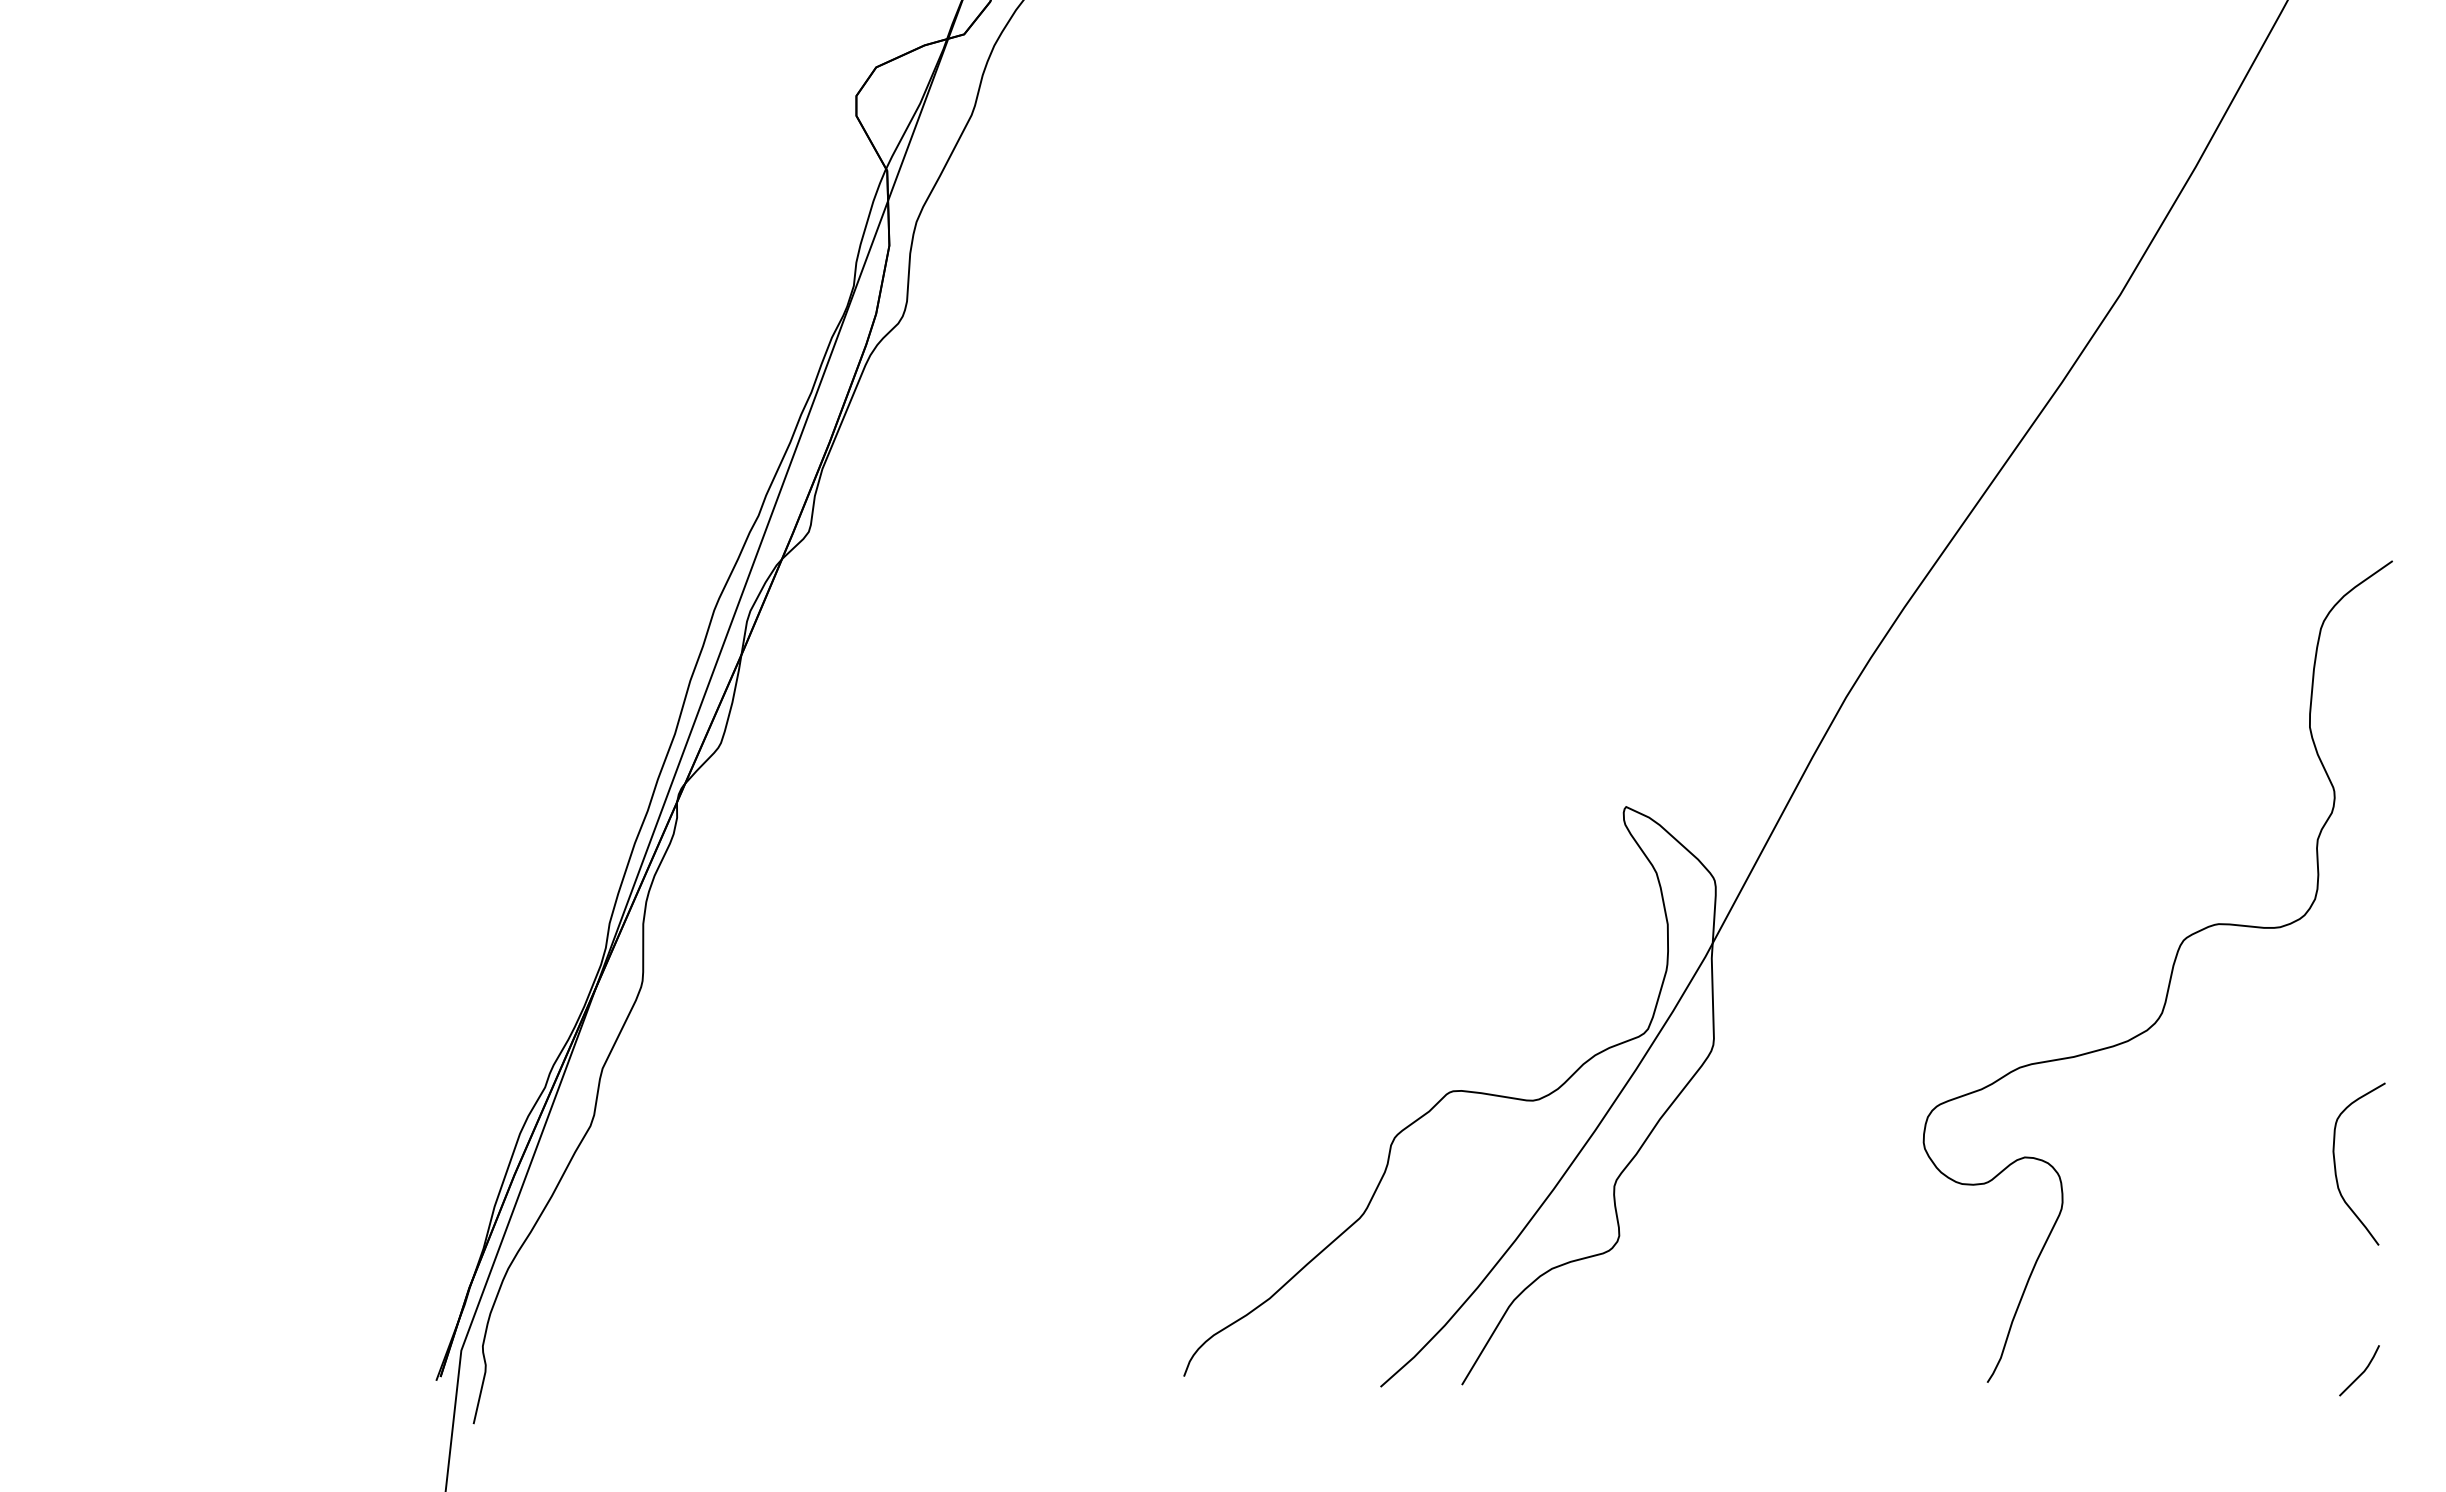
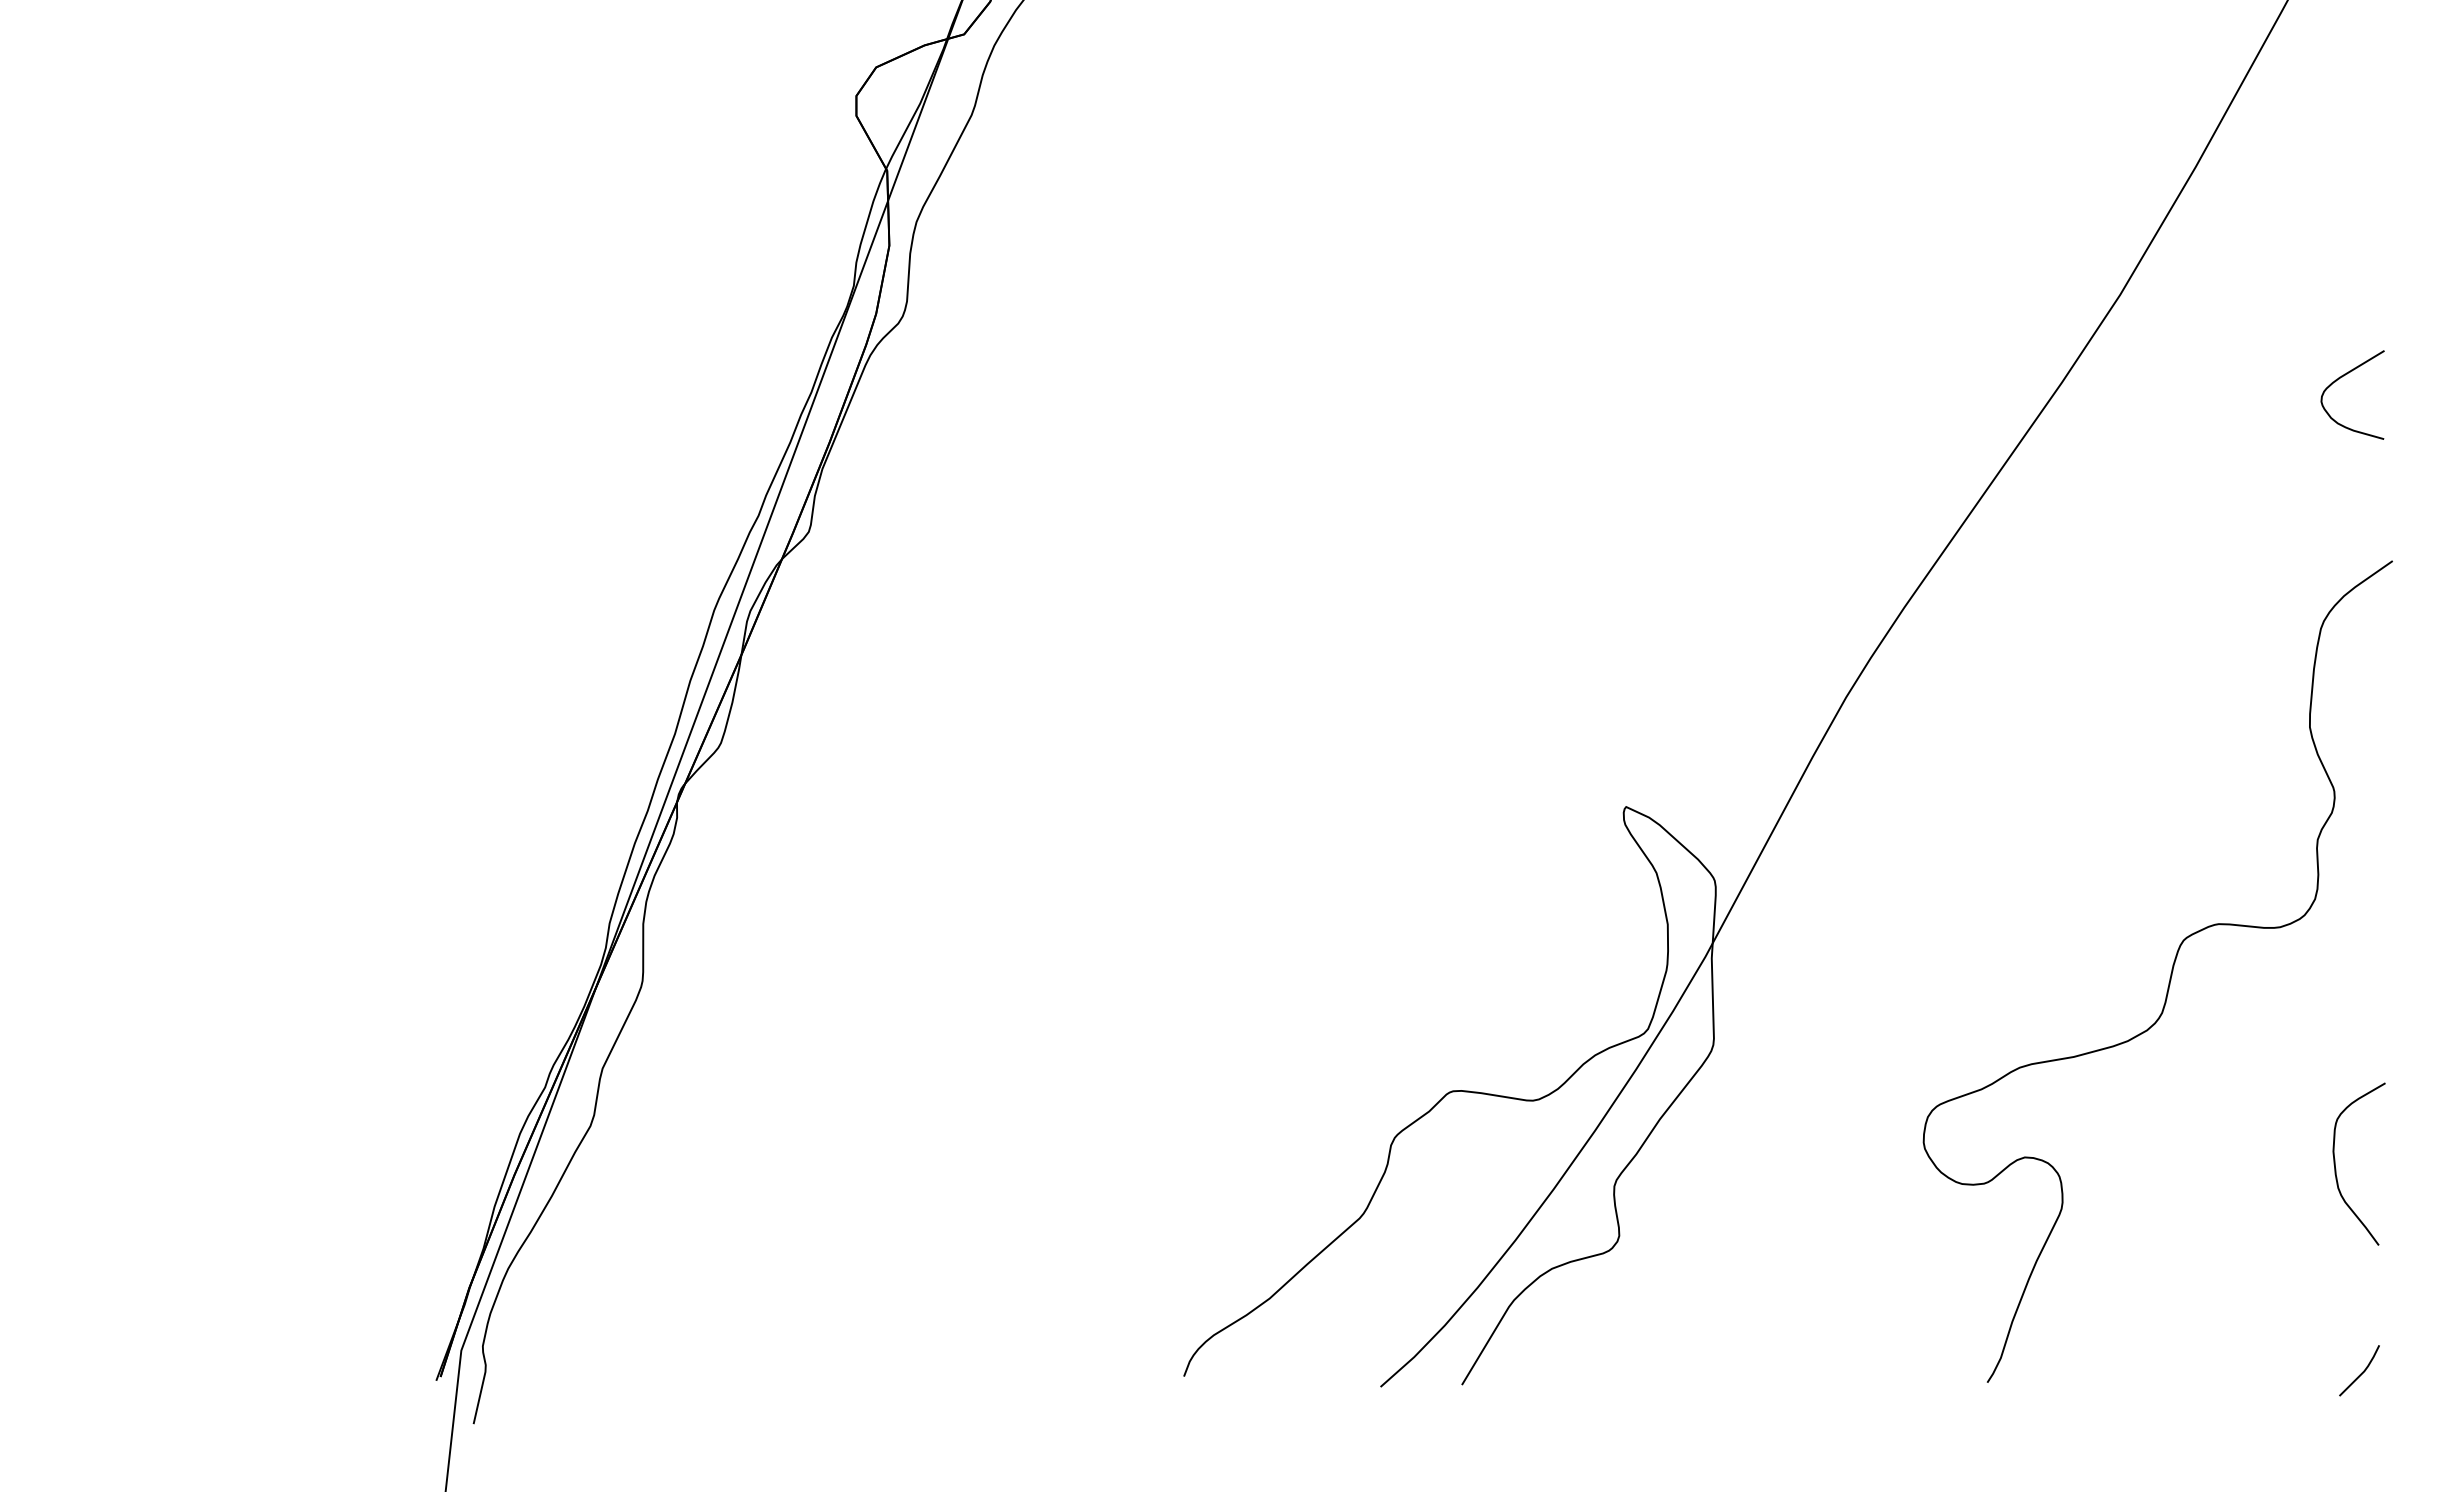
curve at (2344, 376): none -> present
